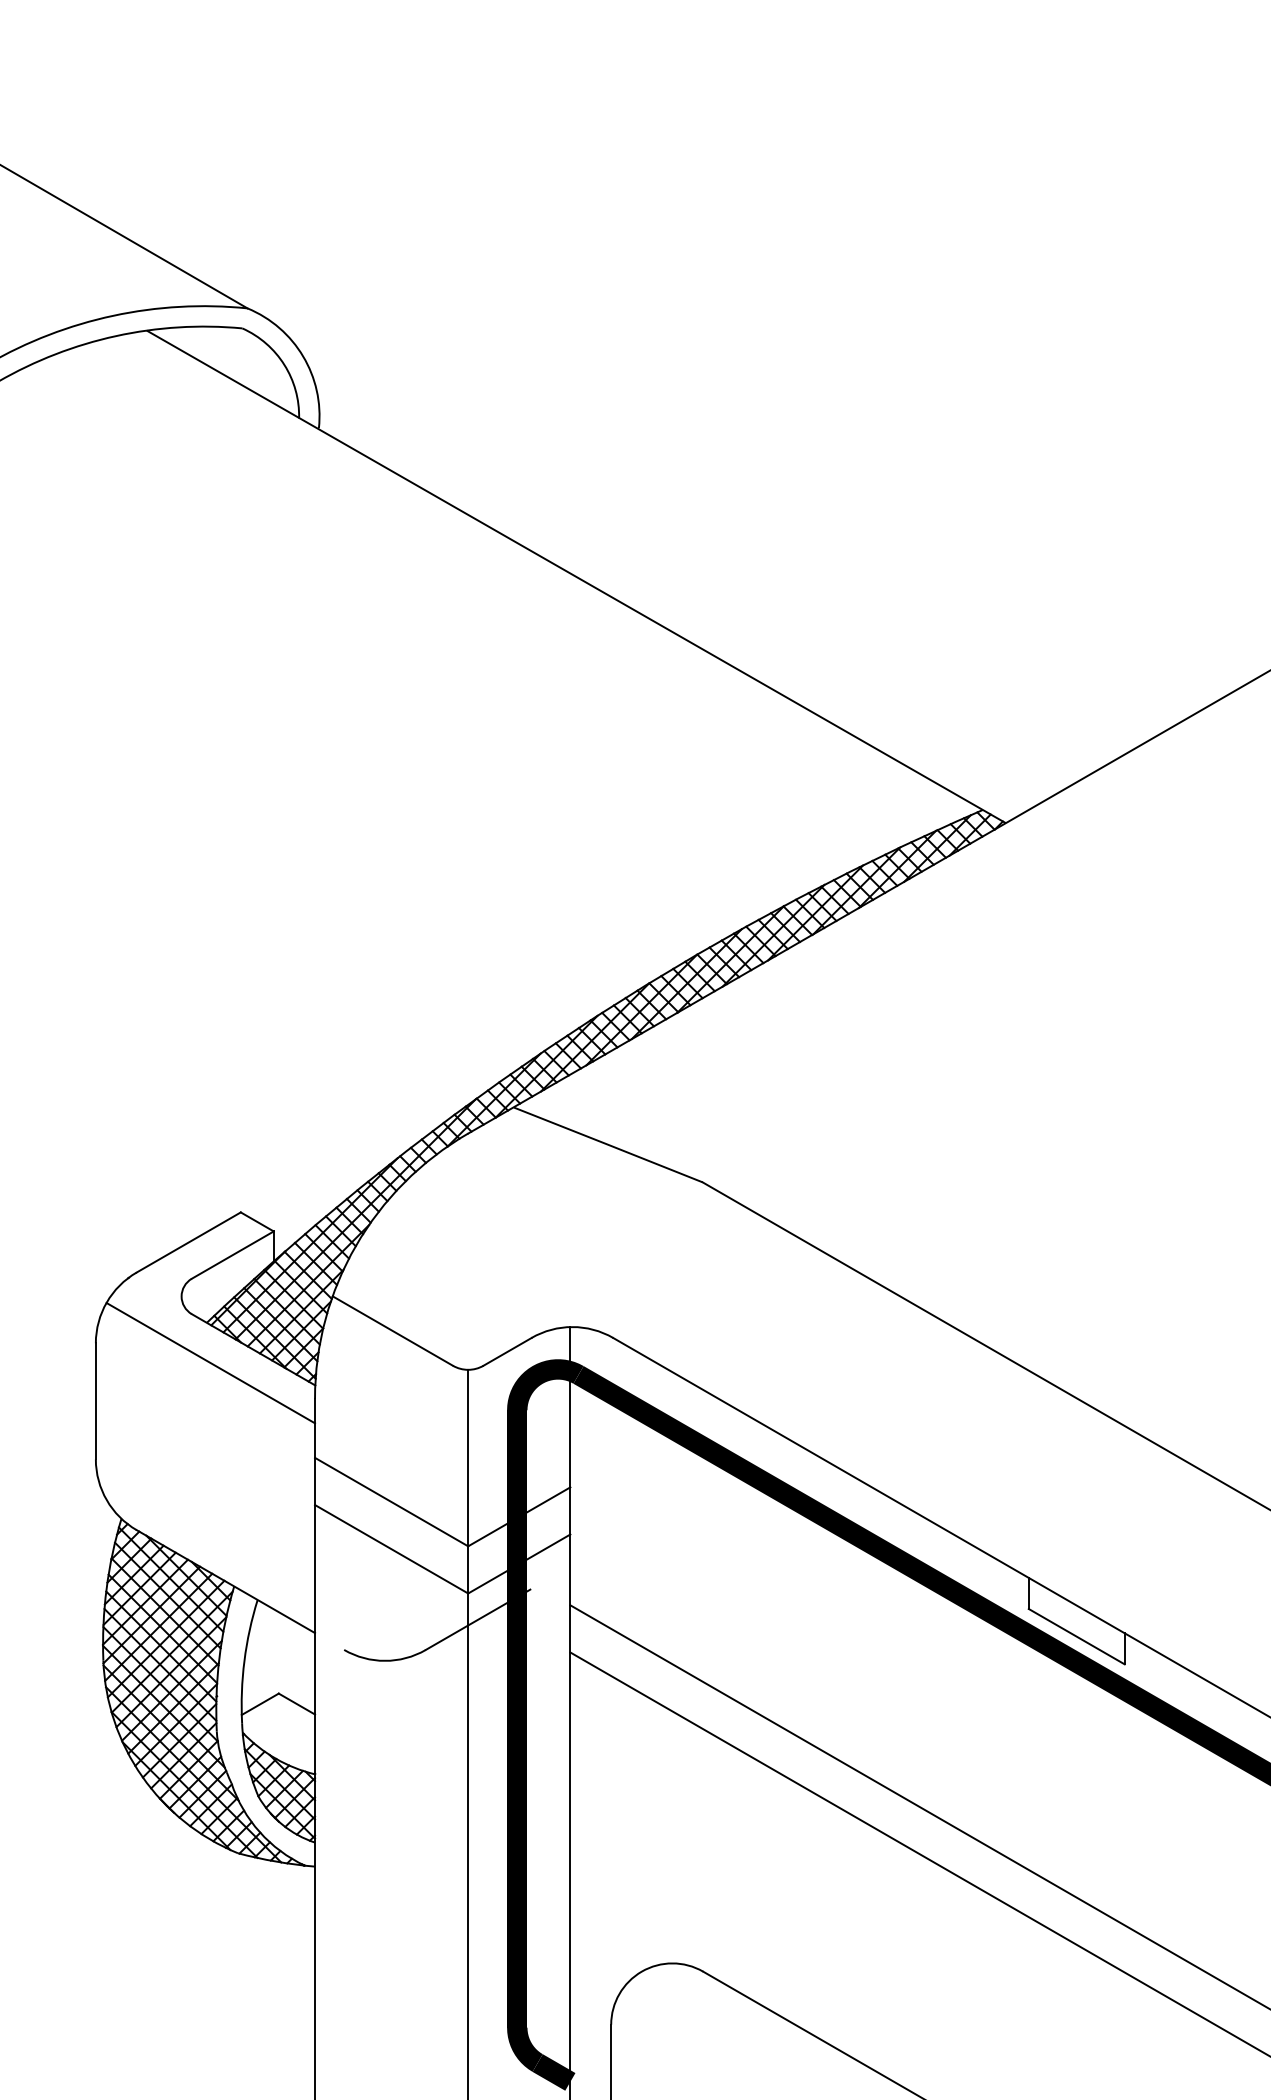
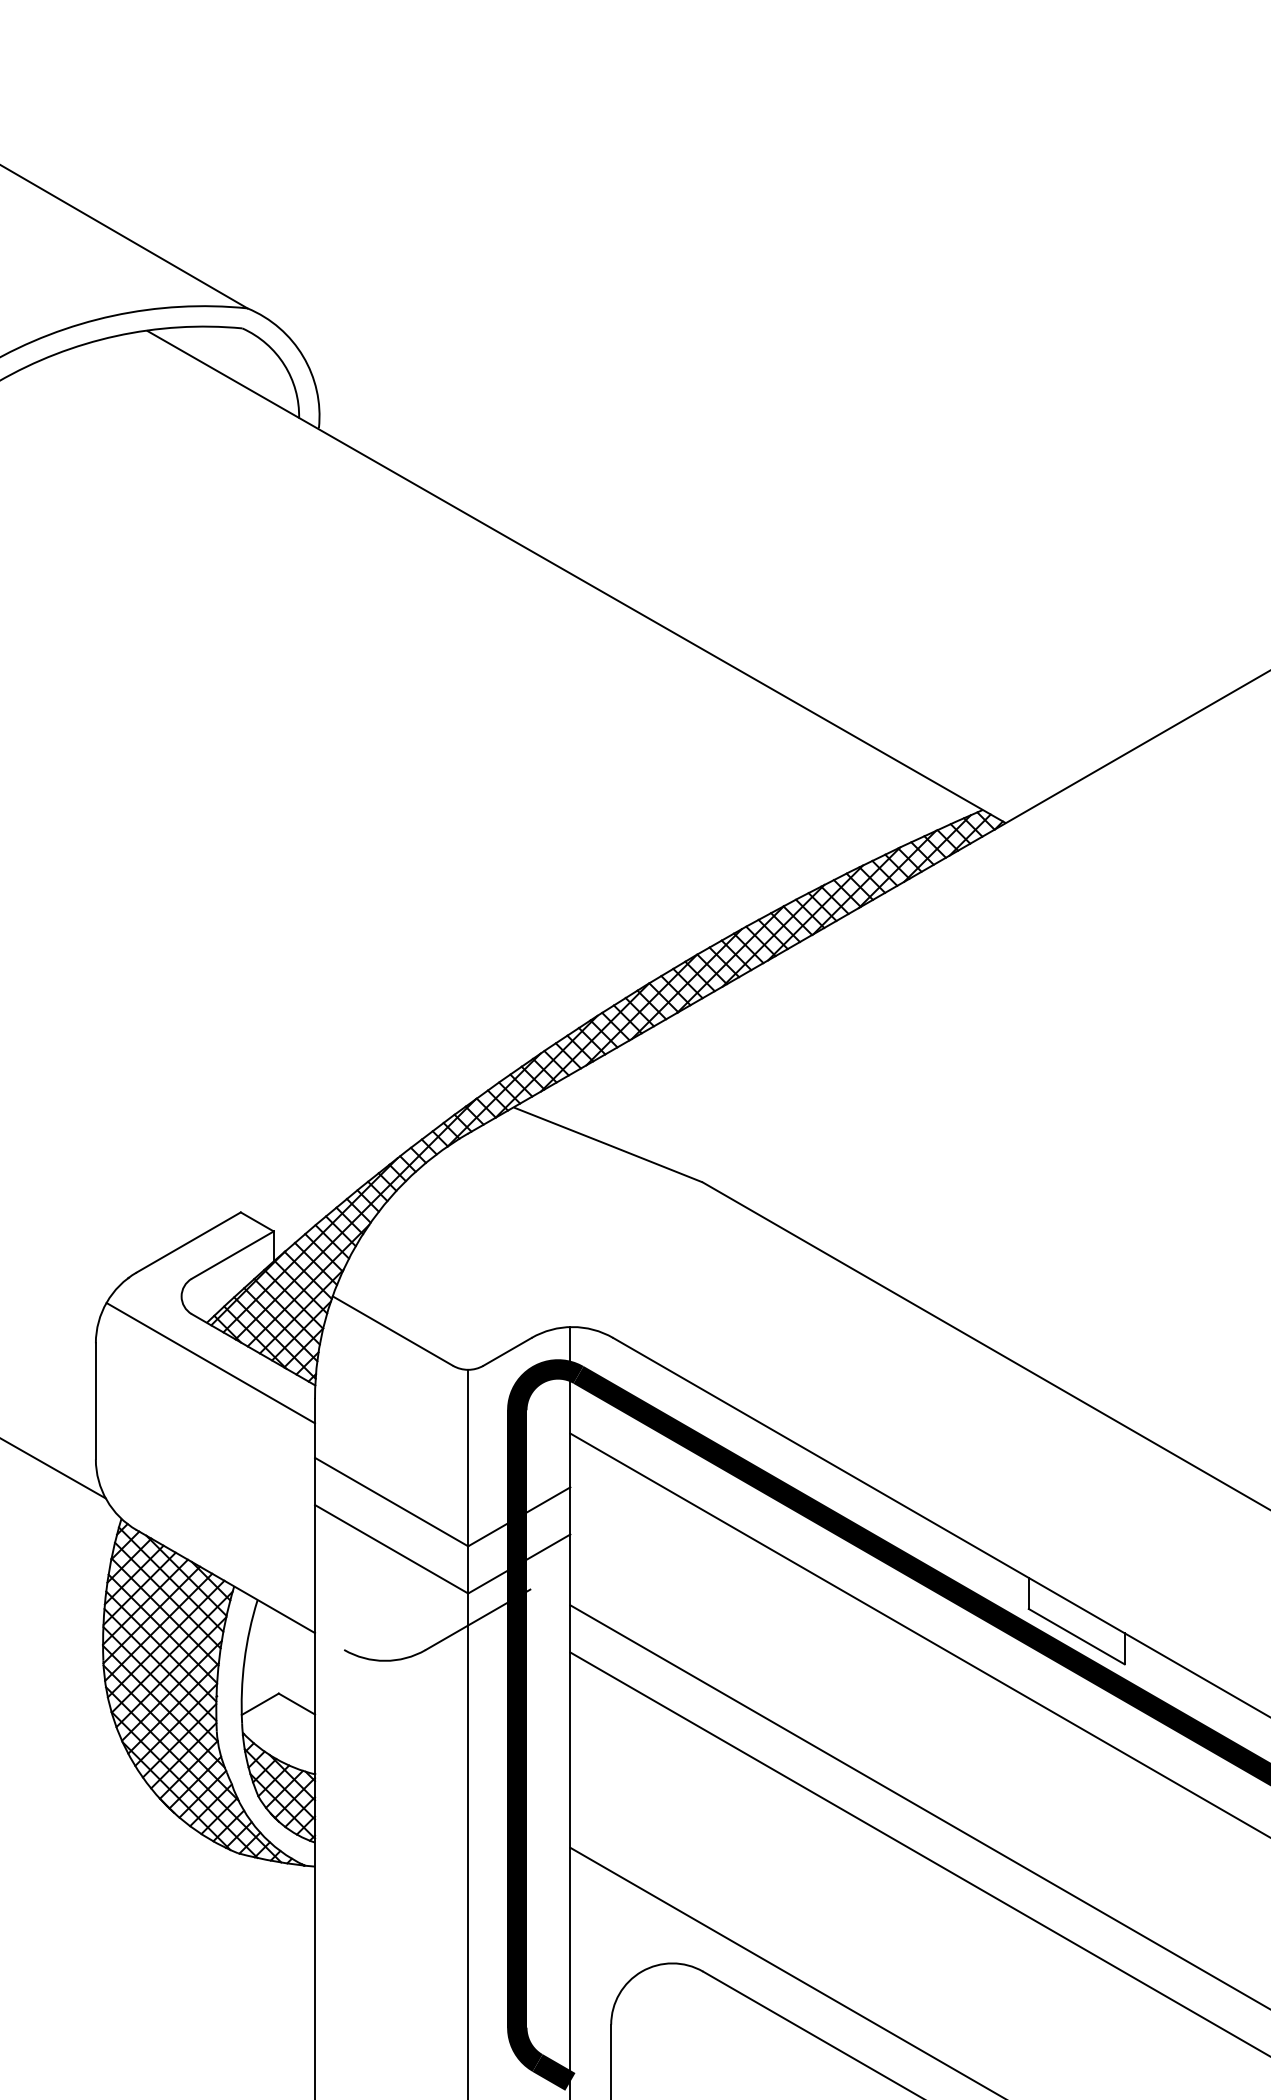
line at (53, 1468): none -> present
line at (918, 1634): none -> present
line at (785, 1971): none -> present
